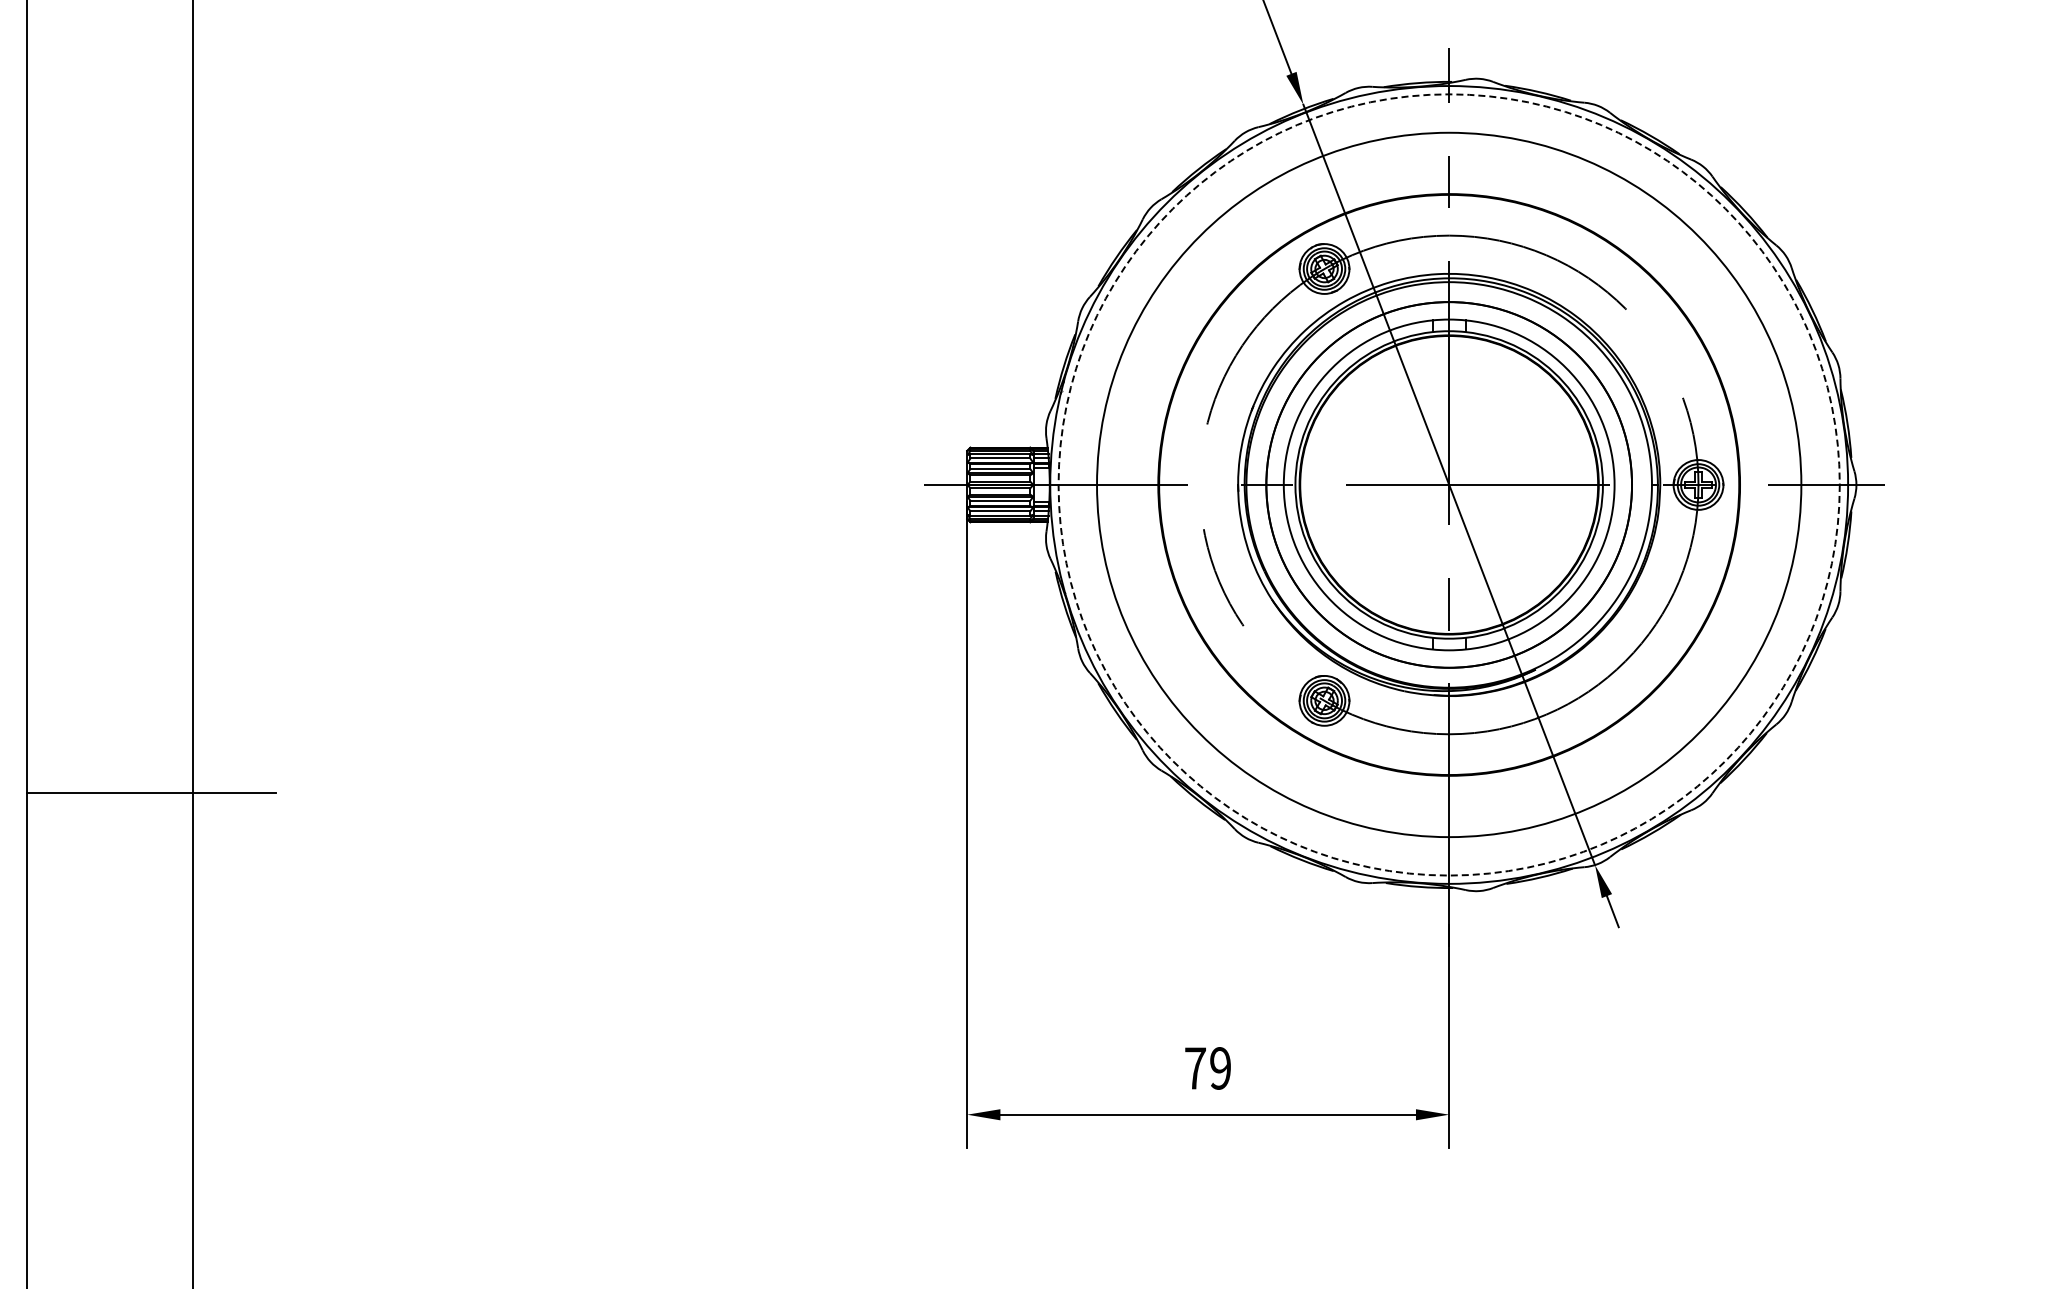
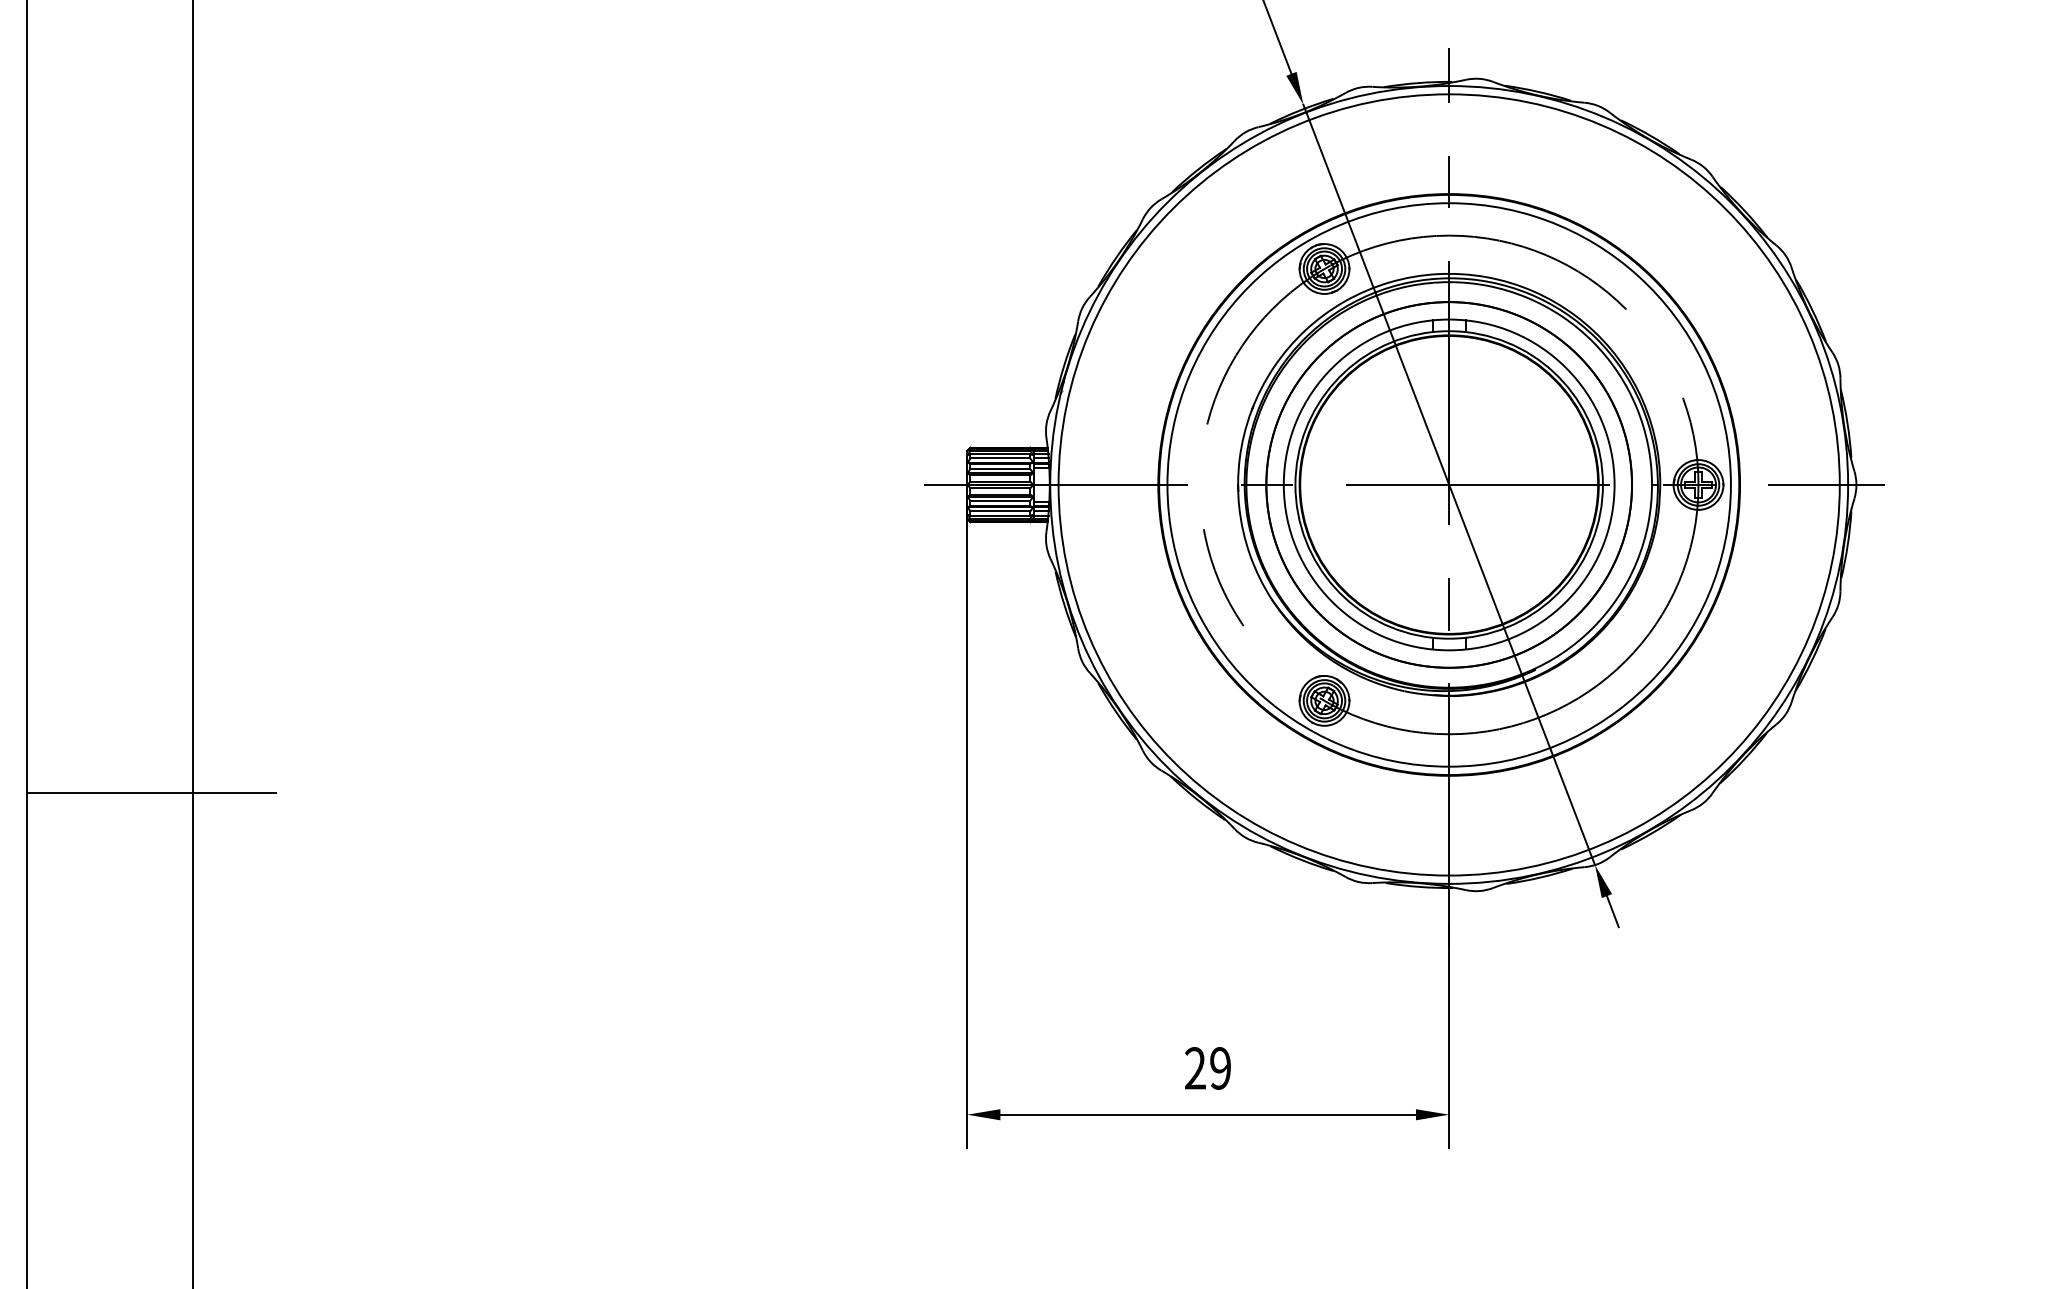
circle at (1448, 484): dashed -> solid
circle at (1449, 484) diameter: 704 px -> 563 px
text at (1195, 1068): 79 -> 29
